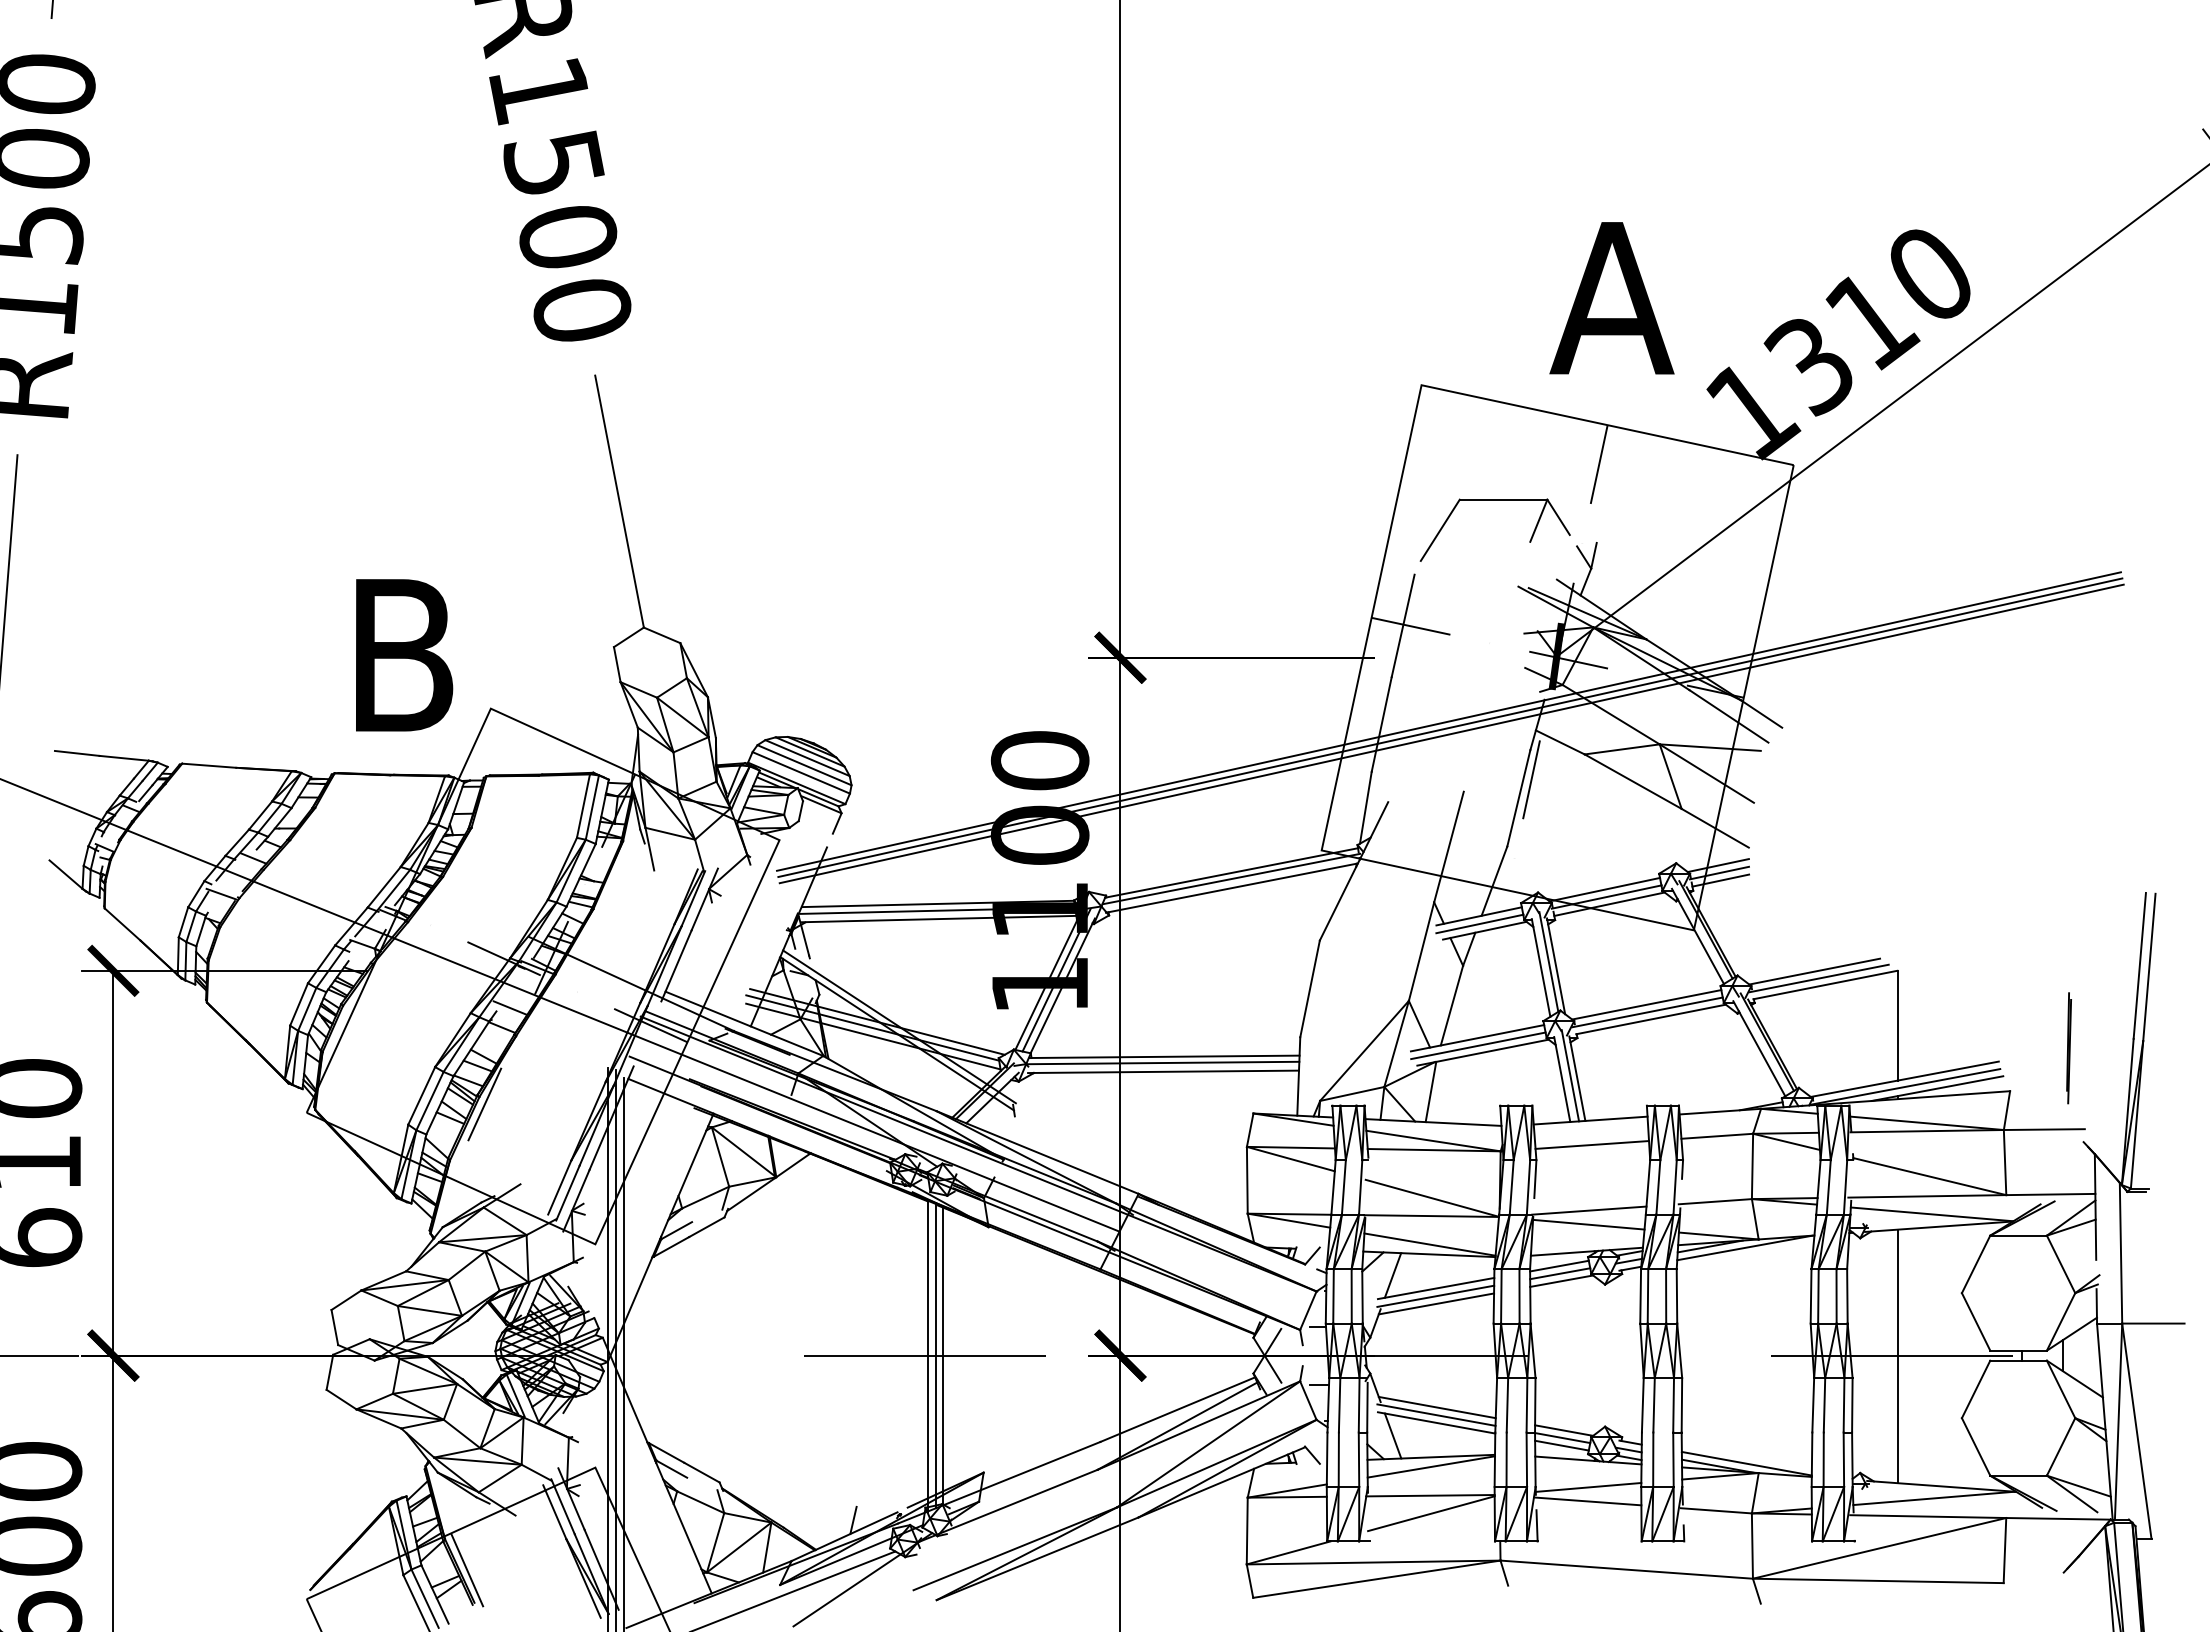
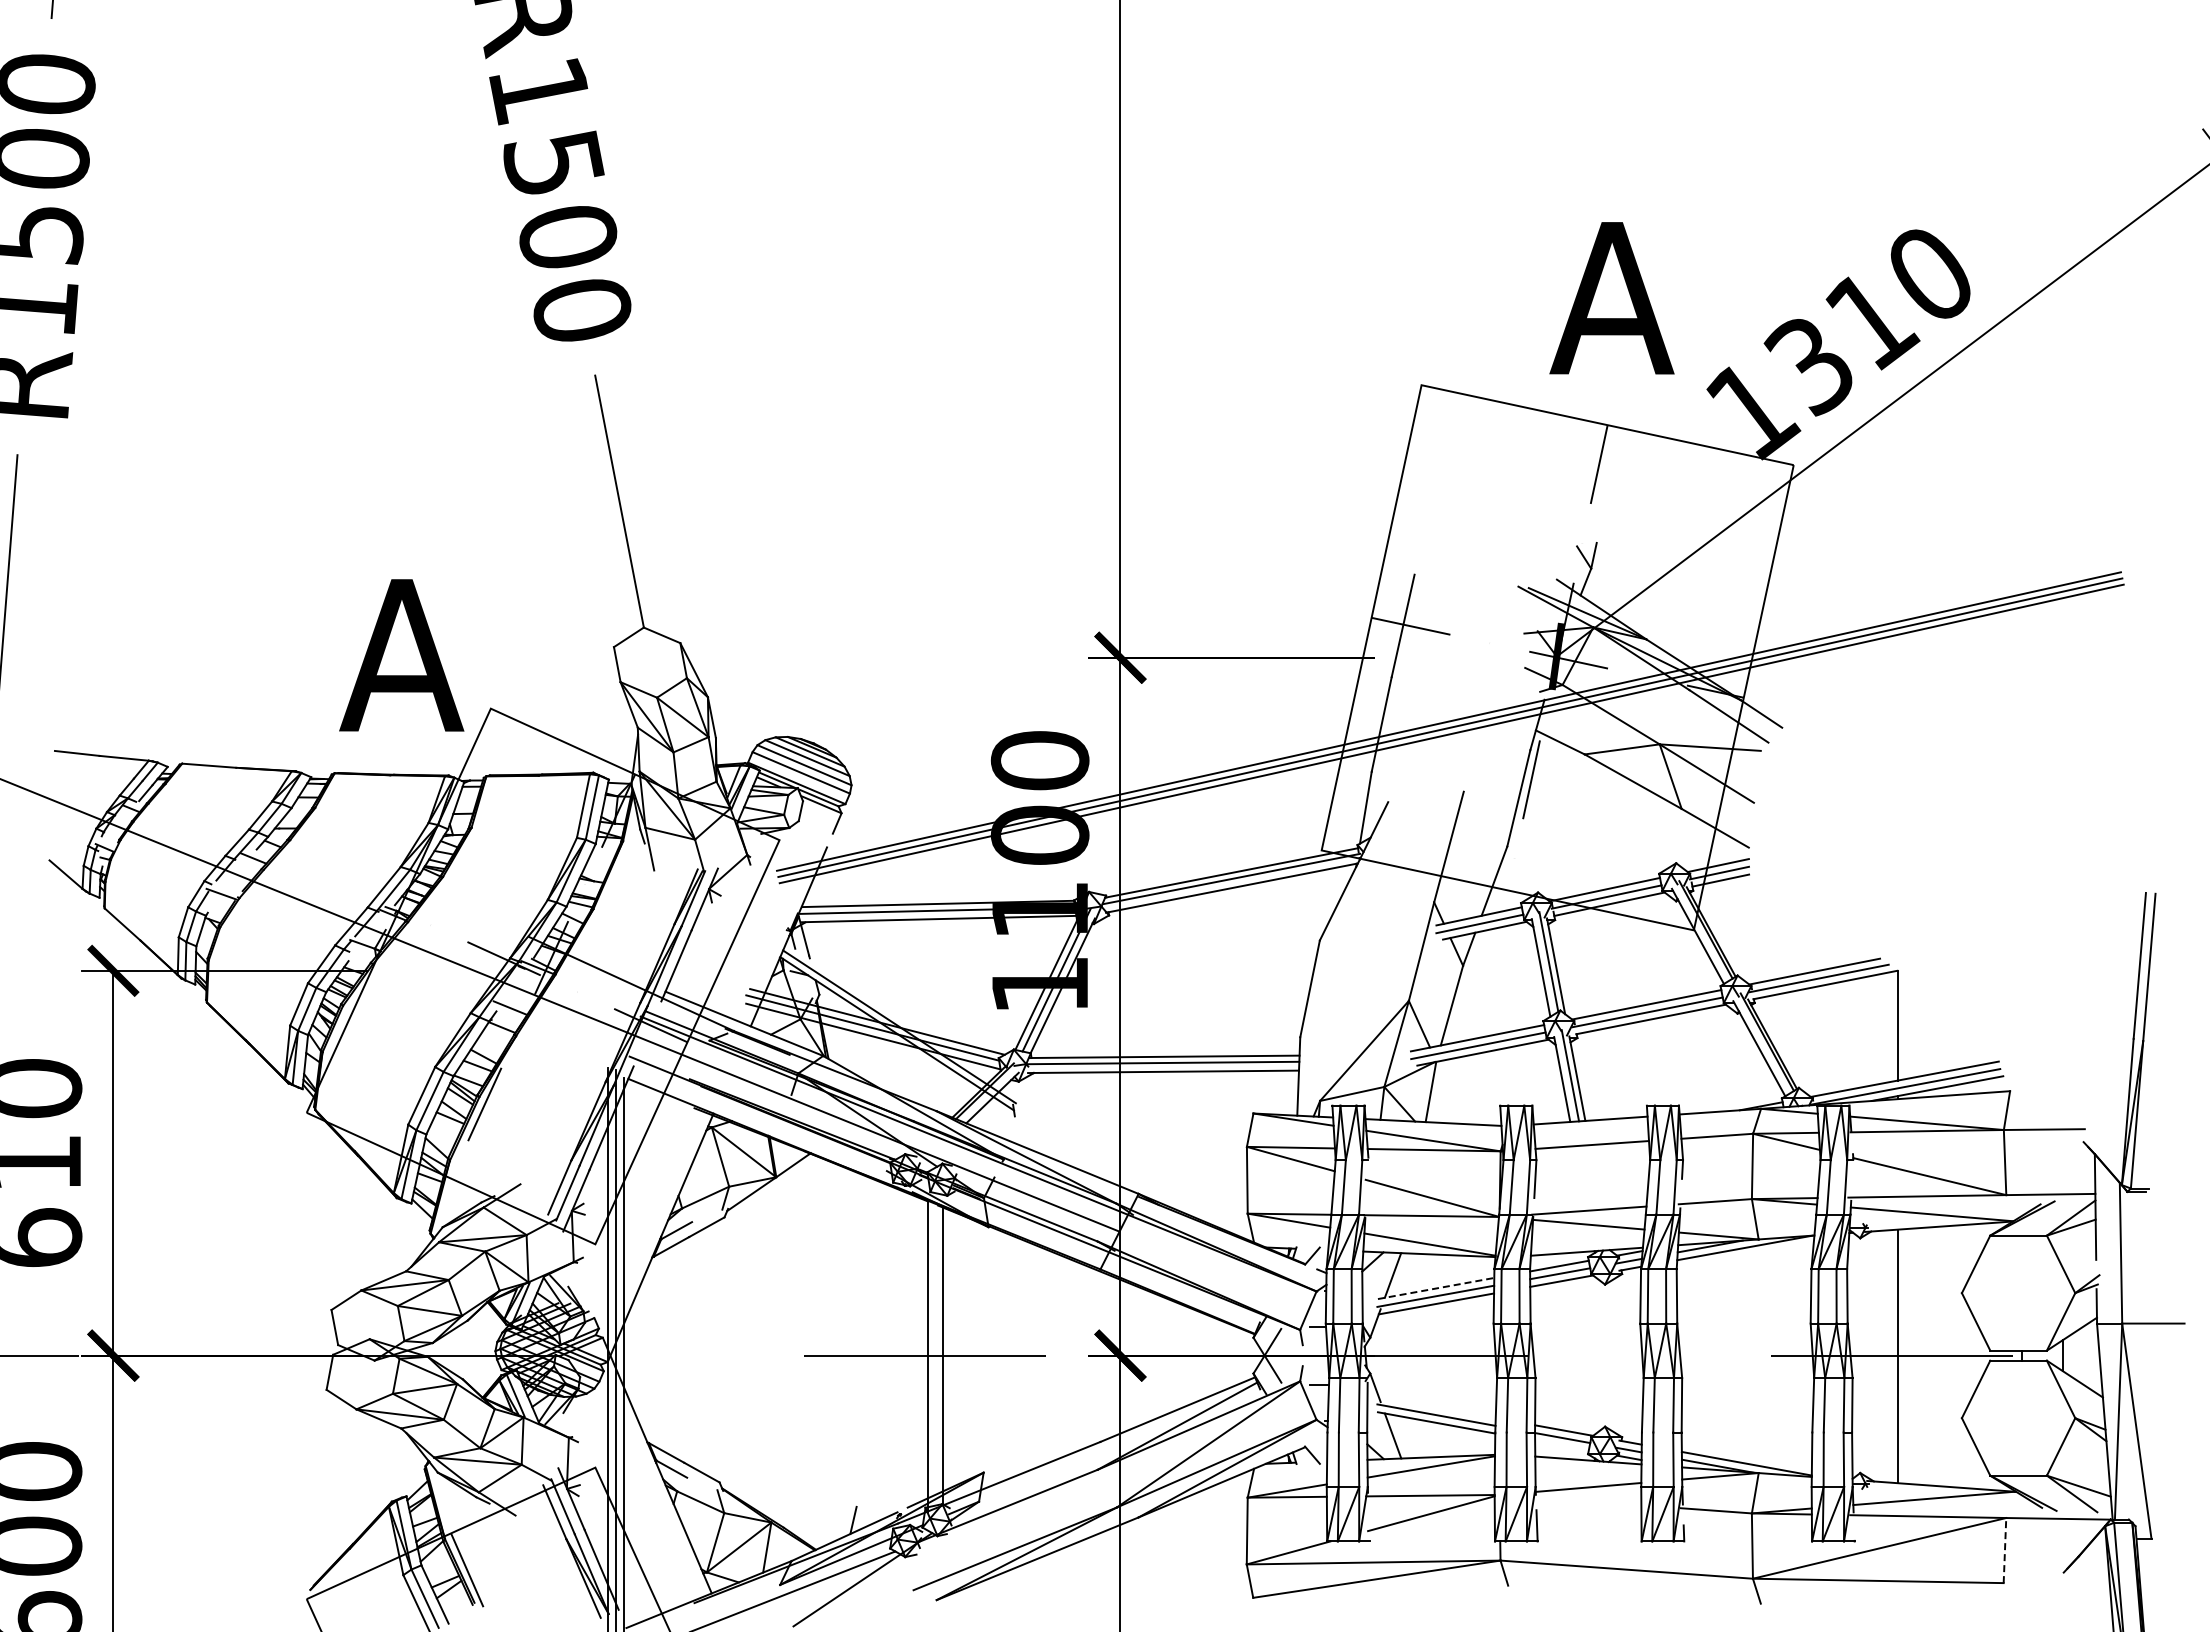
part at (1494, 500): present -> none
text at (401, 655): B -> A
part at (2068, 1048): present -> none
line at (1436, 1288): solid -> dashed
line at (935, 1355): present -> none
line at (1436, 1407): present -> none
line at (1561, 1445): present -> none
line at (1587, 1501): present -> none
line at (2004, 1550): solid -> dashed
